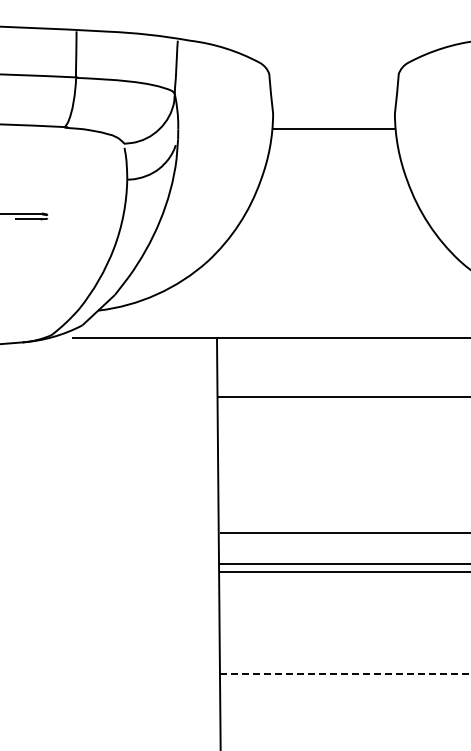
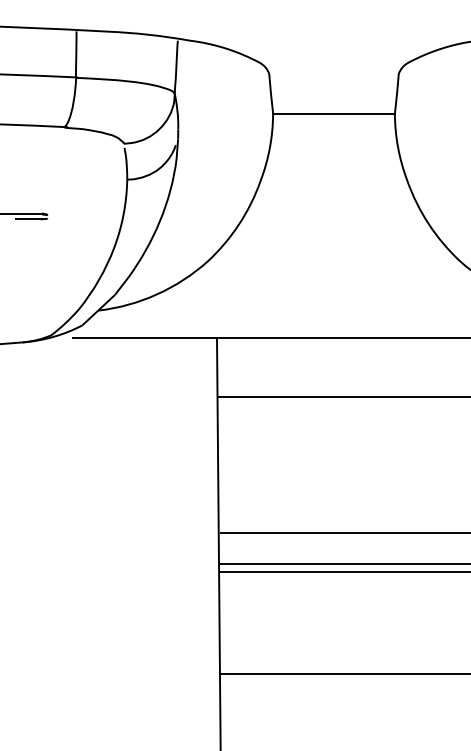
line at (333, 128) position: (333, 128) -> (333, 113)
line at (345, 674): dashed -> solid
